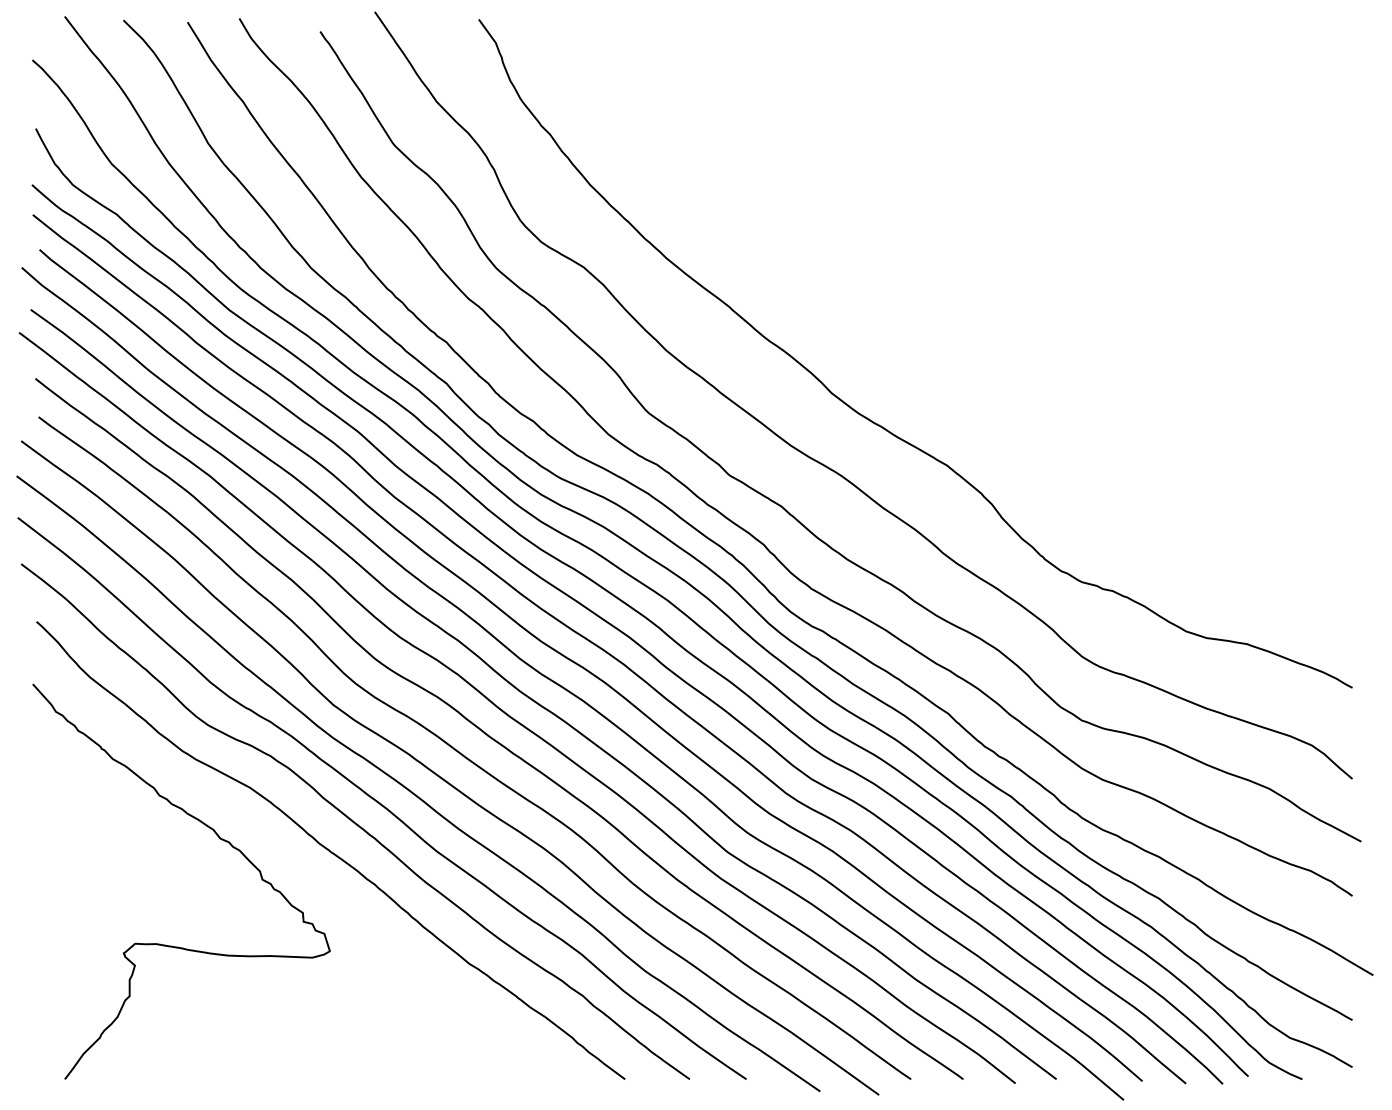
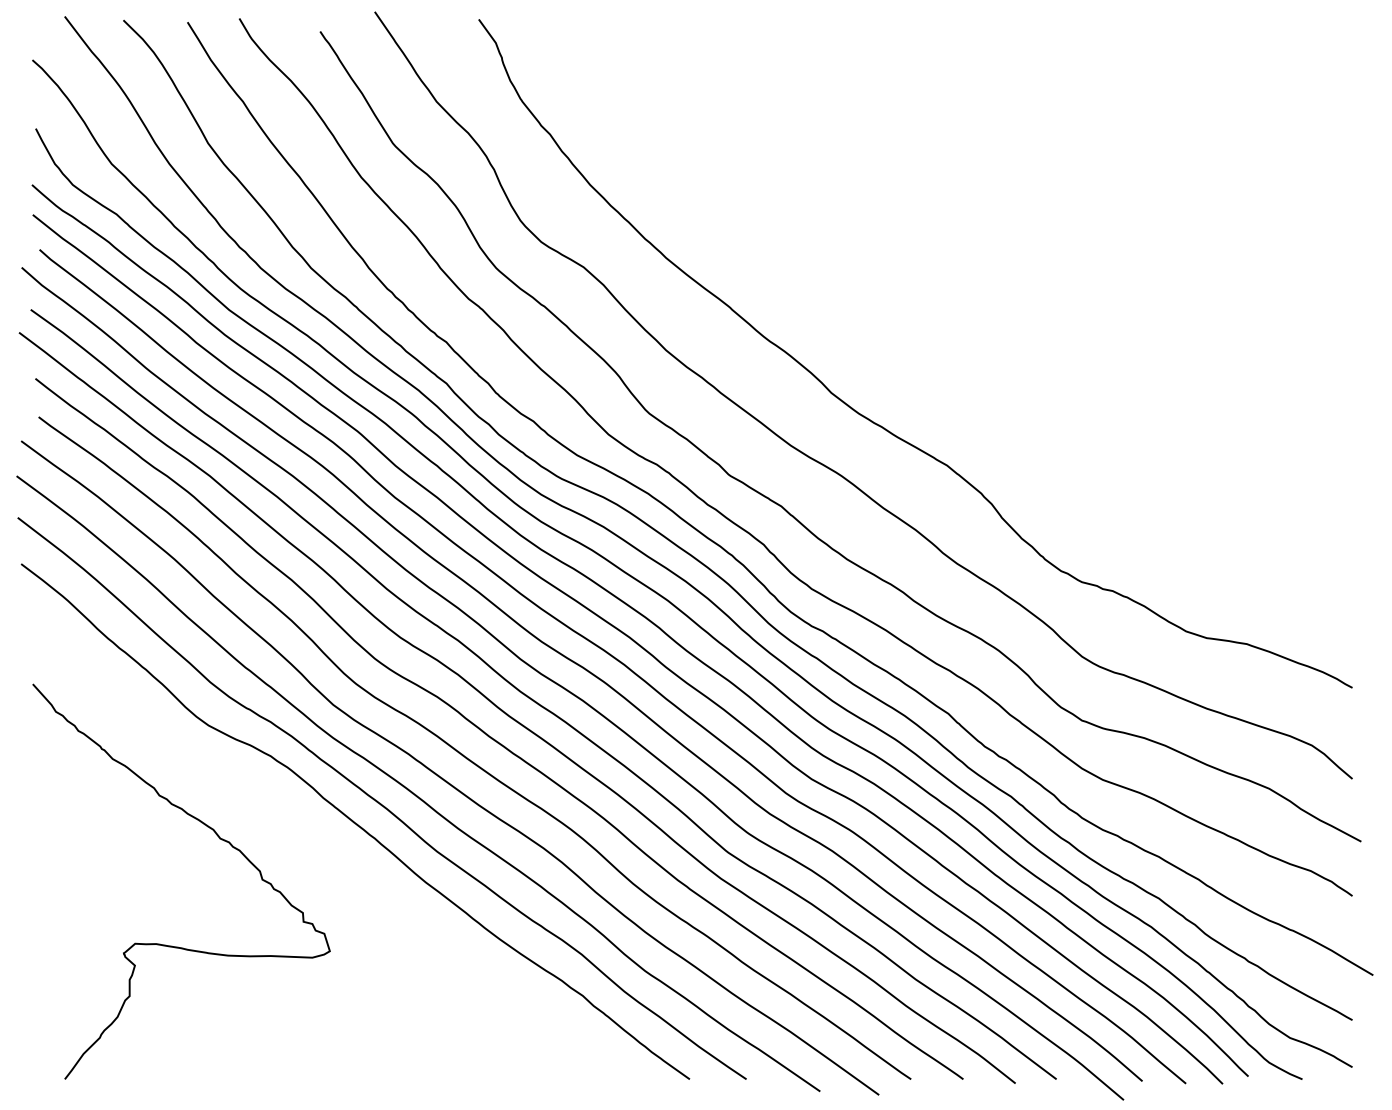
curve at (330, 850): present -> none
